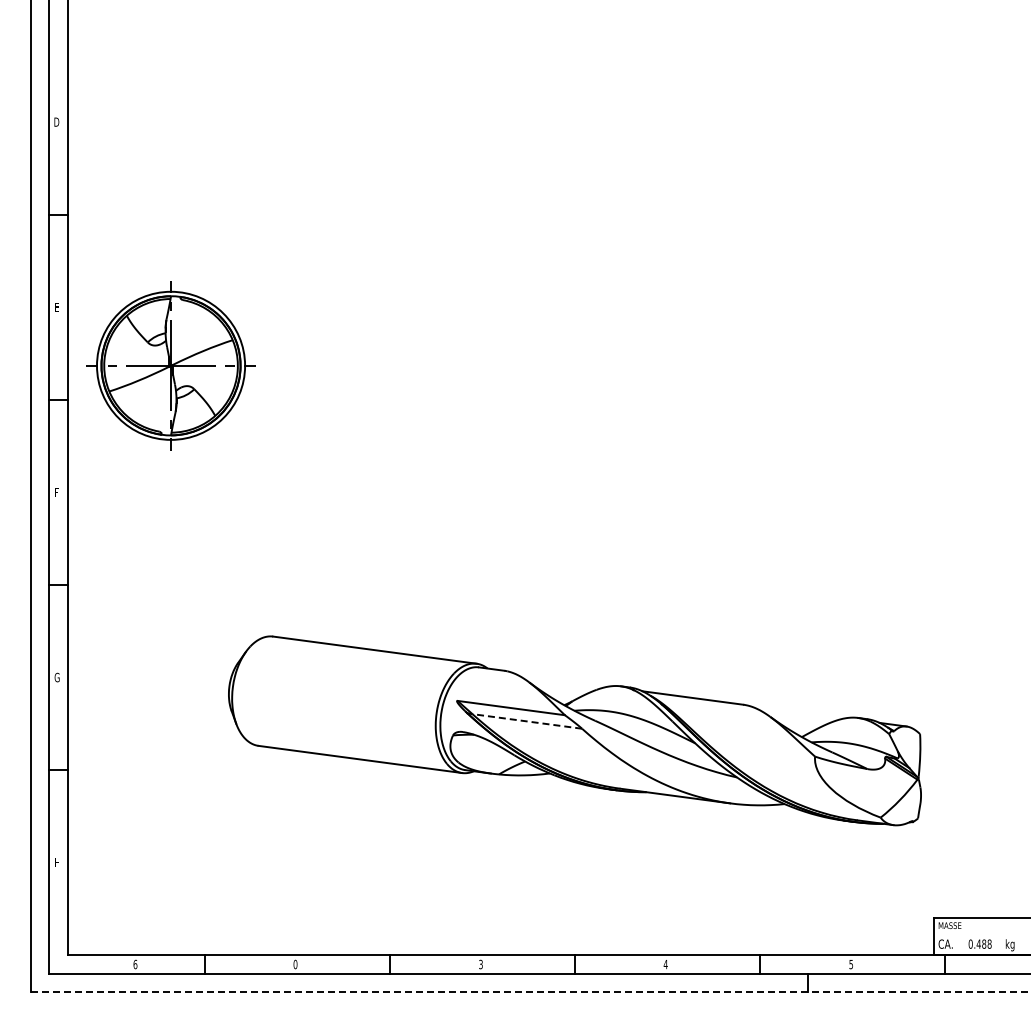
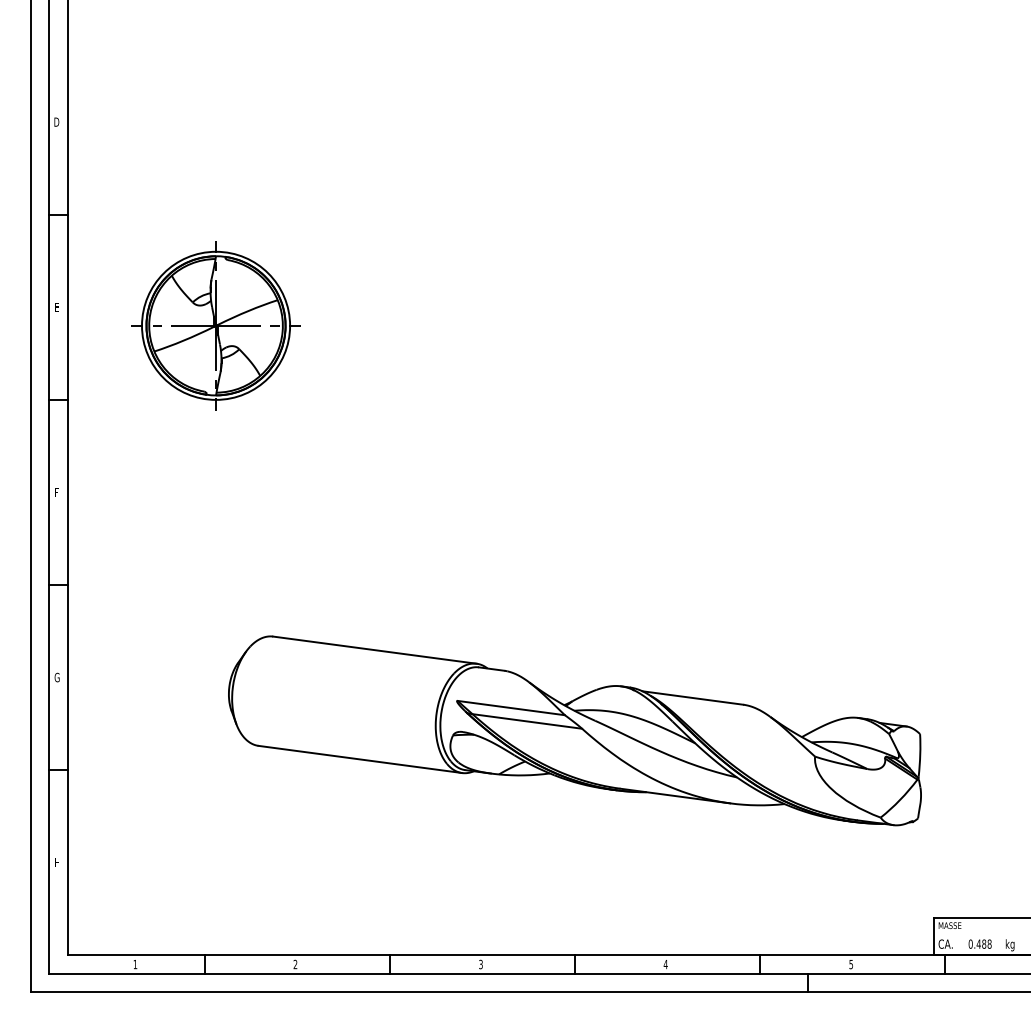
part at (170, 365) position: (170, 365) -> (215, 325)
line at (526, 721): dashed -> solid
text at (135, 964): 6 -> 1
text at (295, 964): 0 -> 2
line at (530, 992): dashed -> solid
